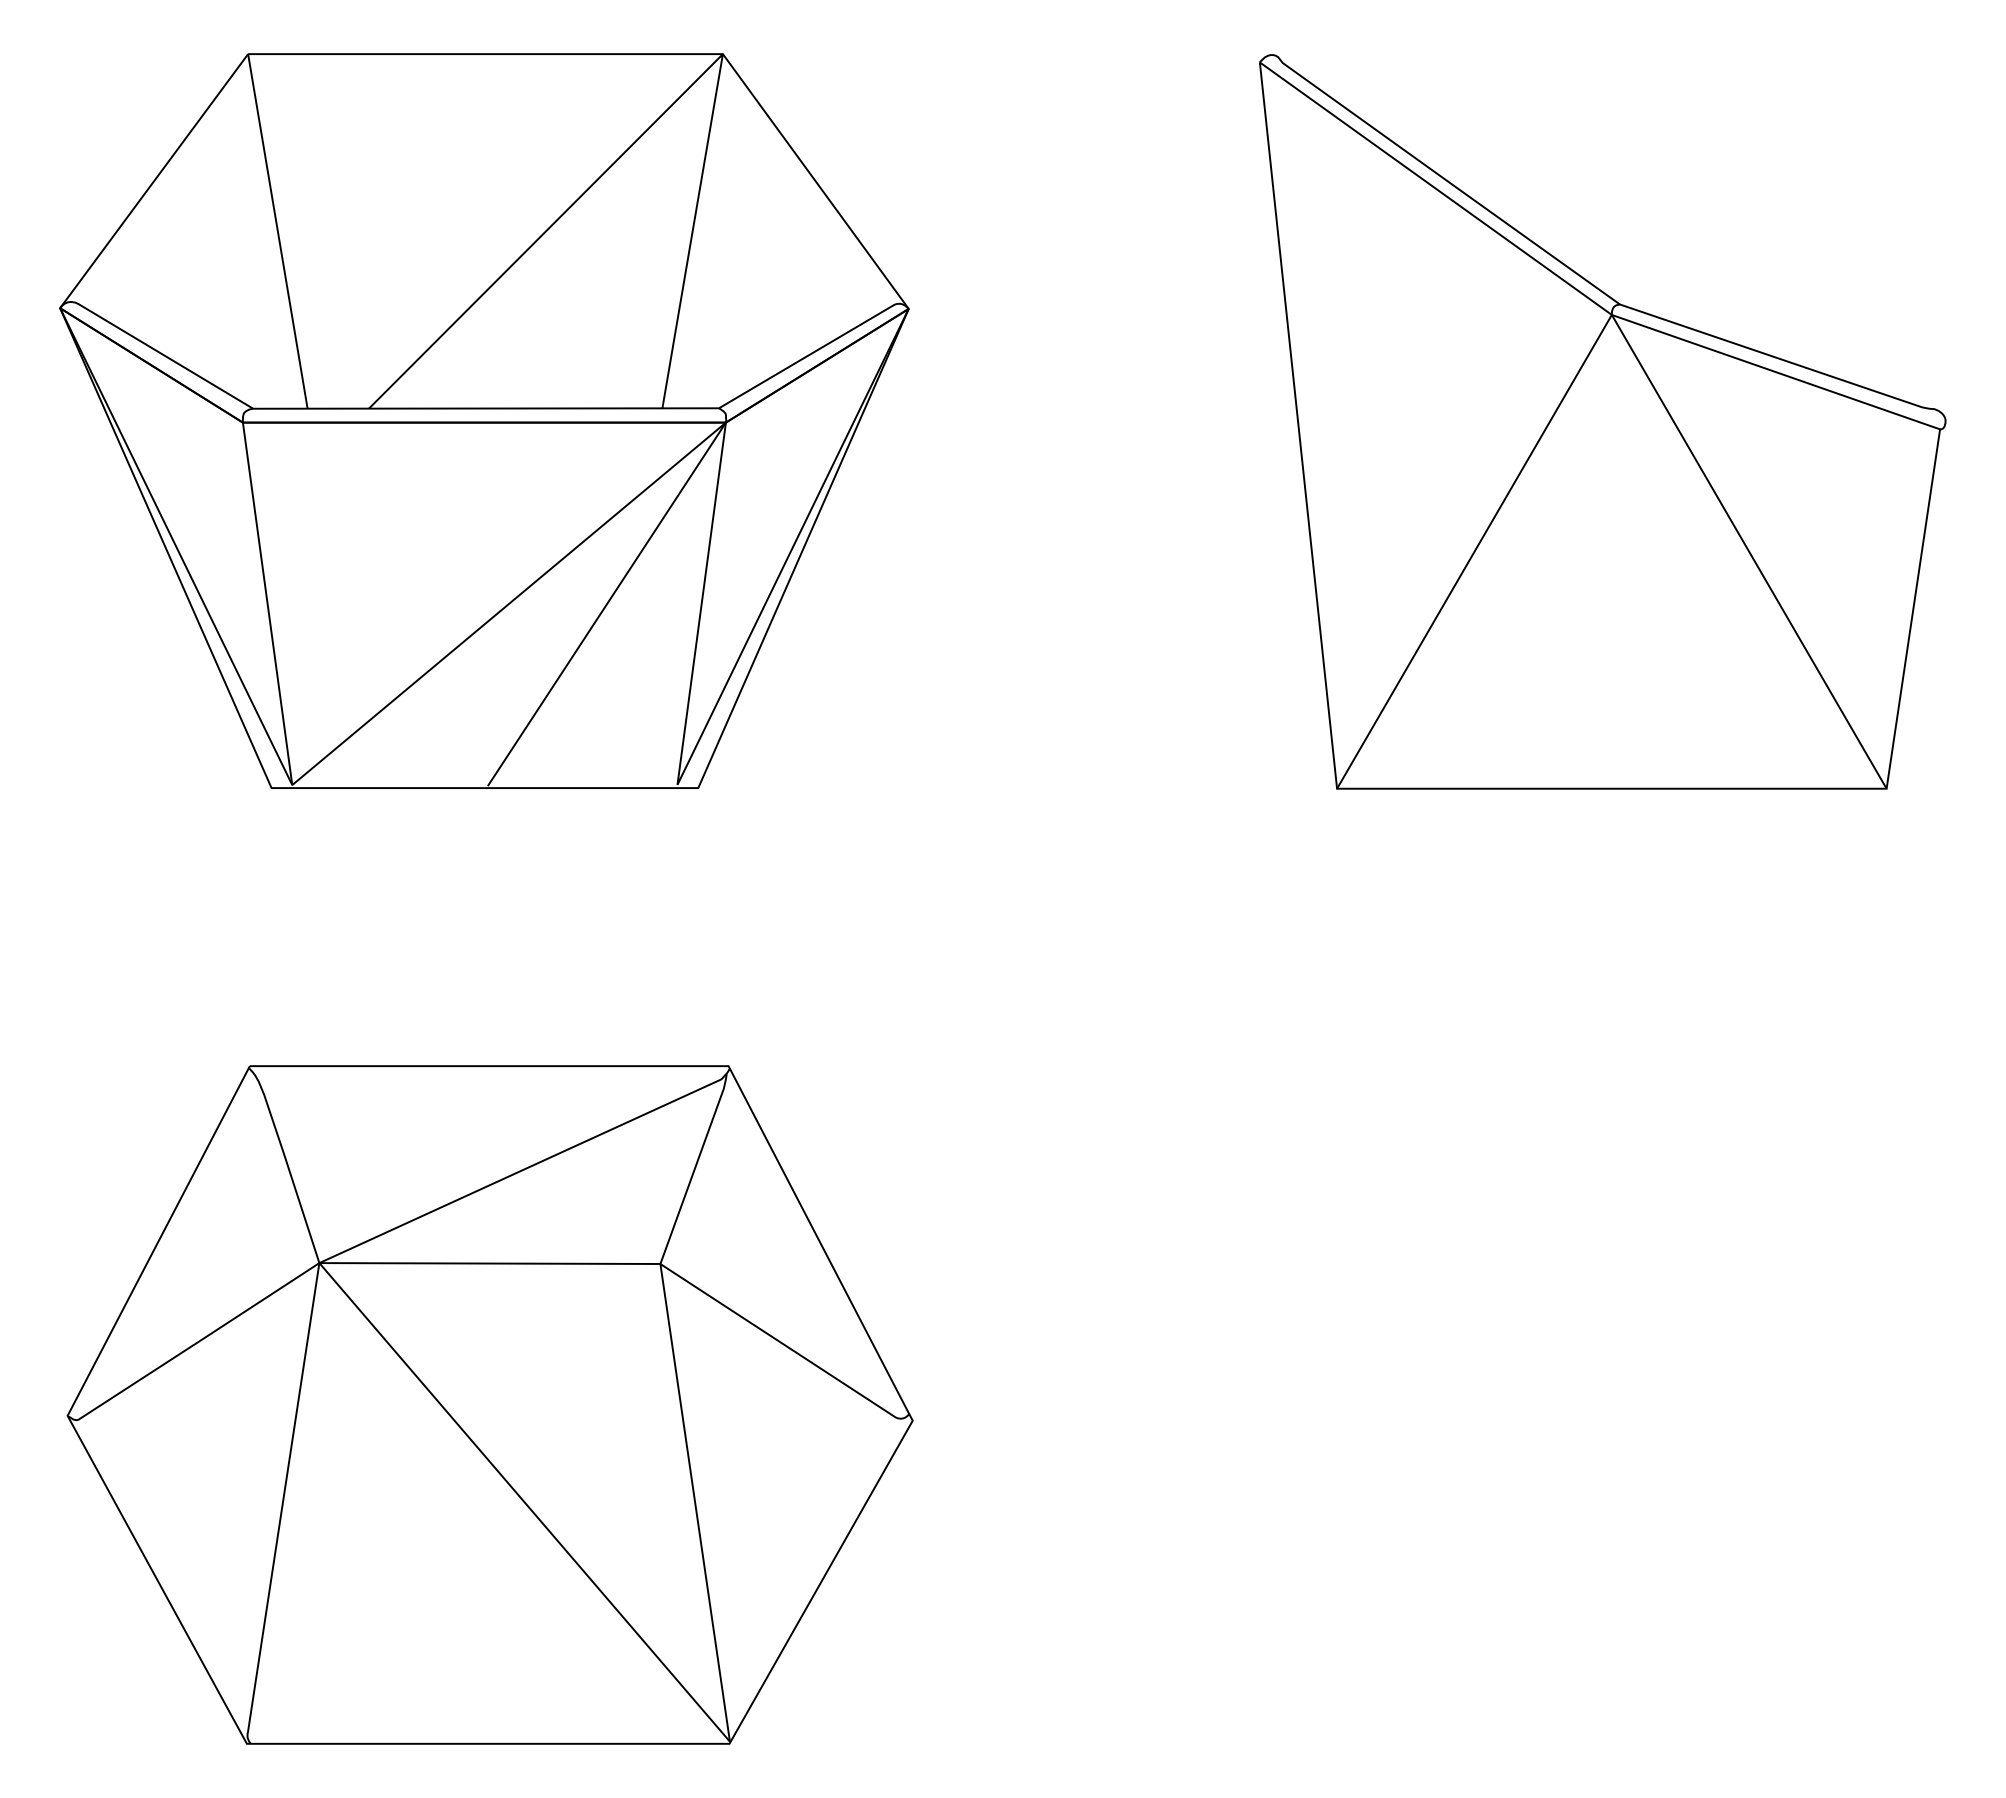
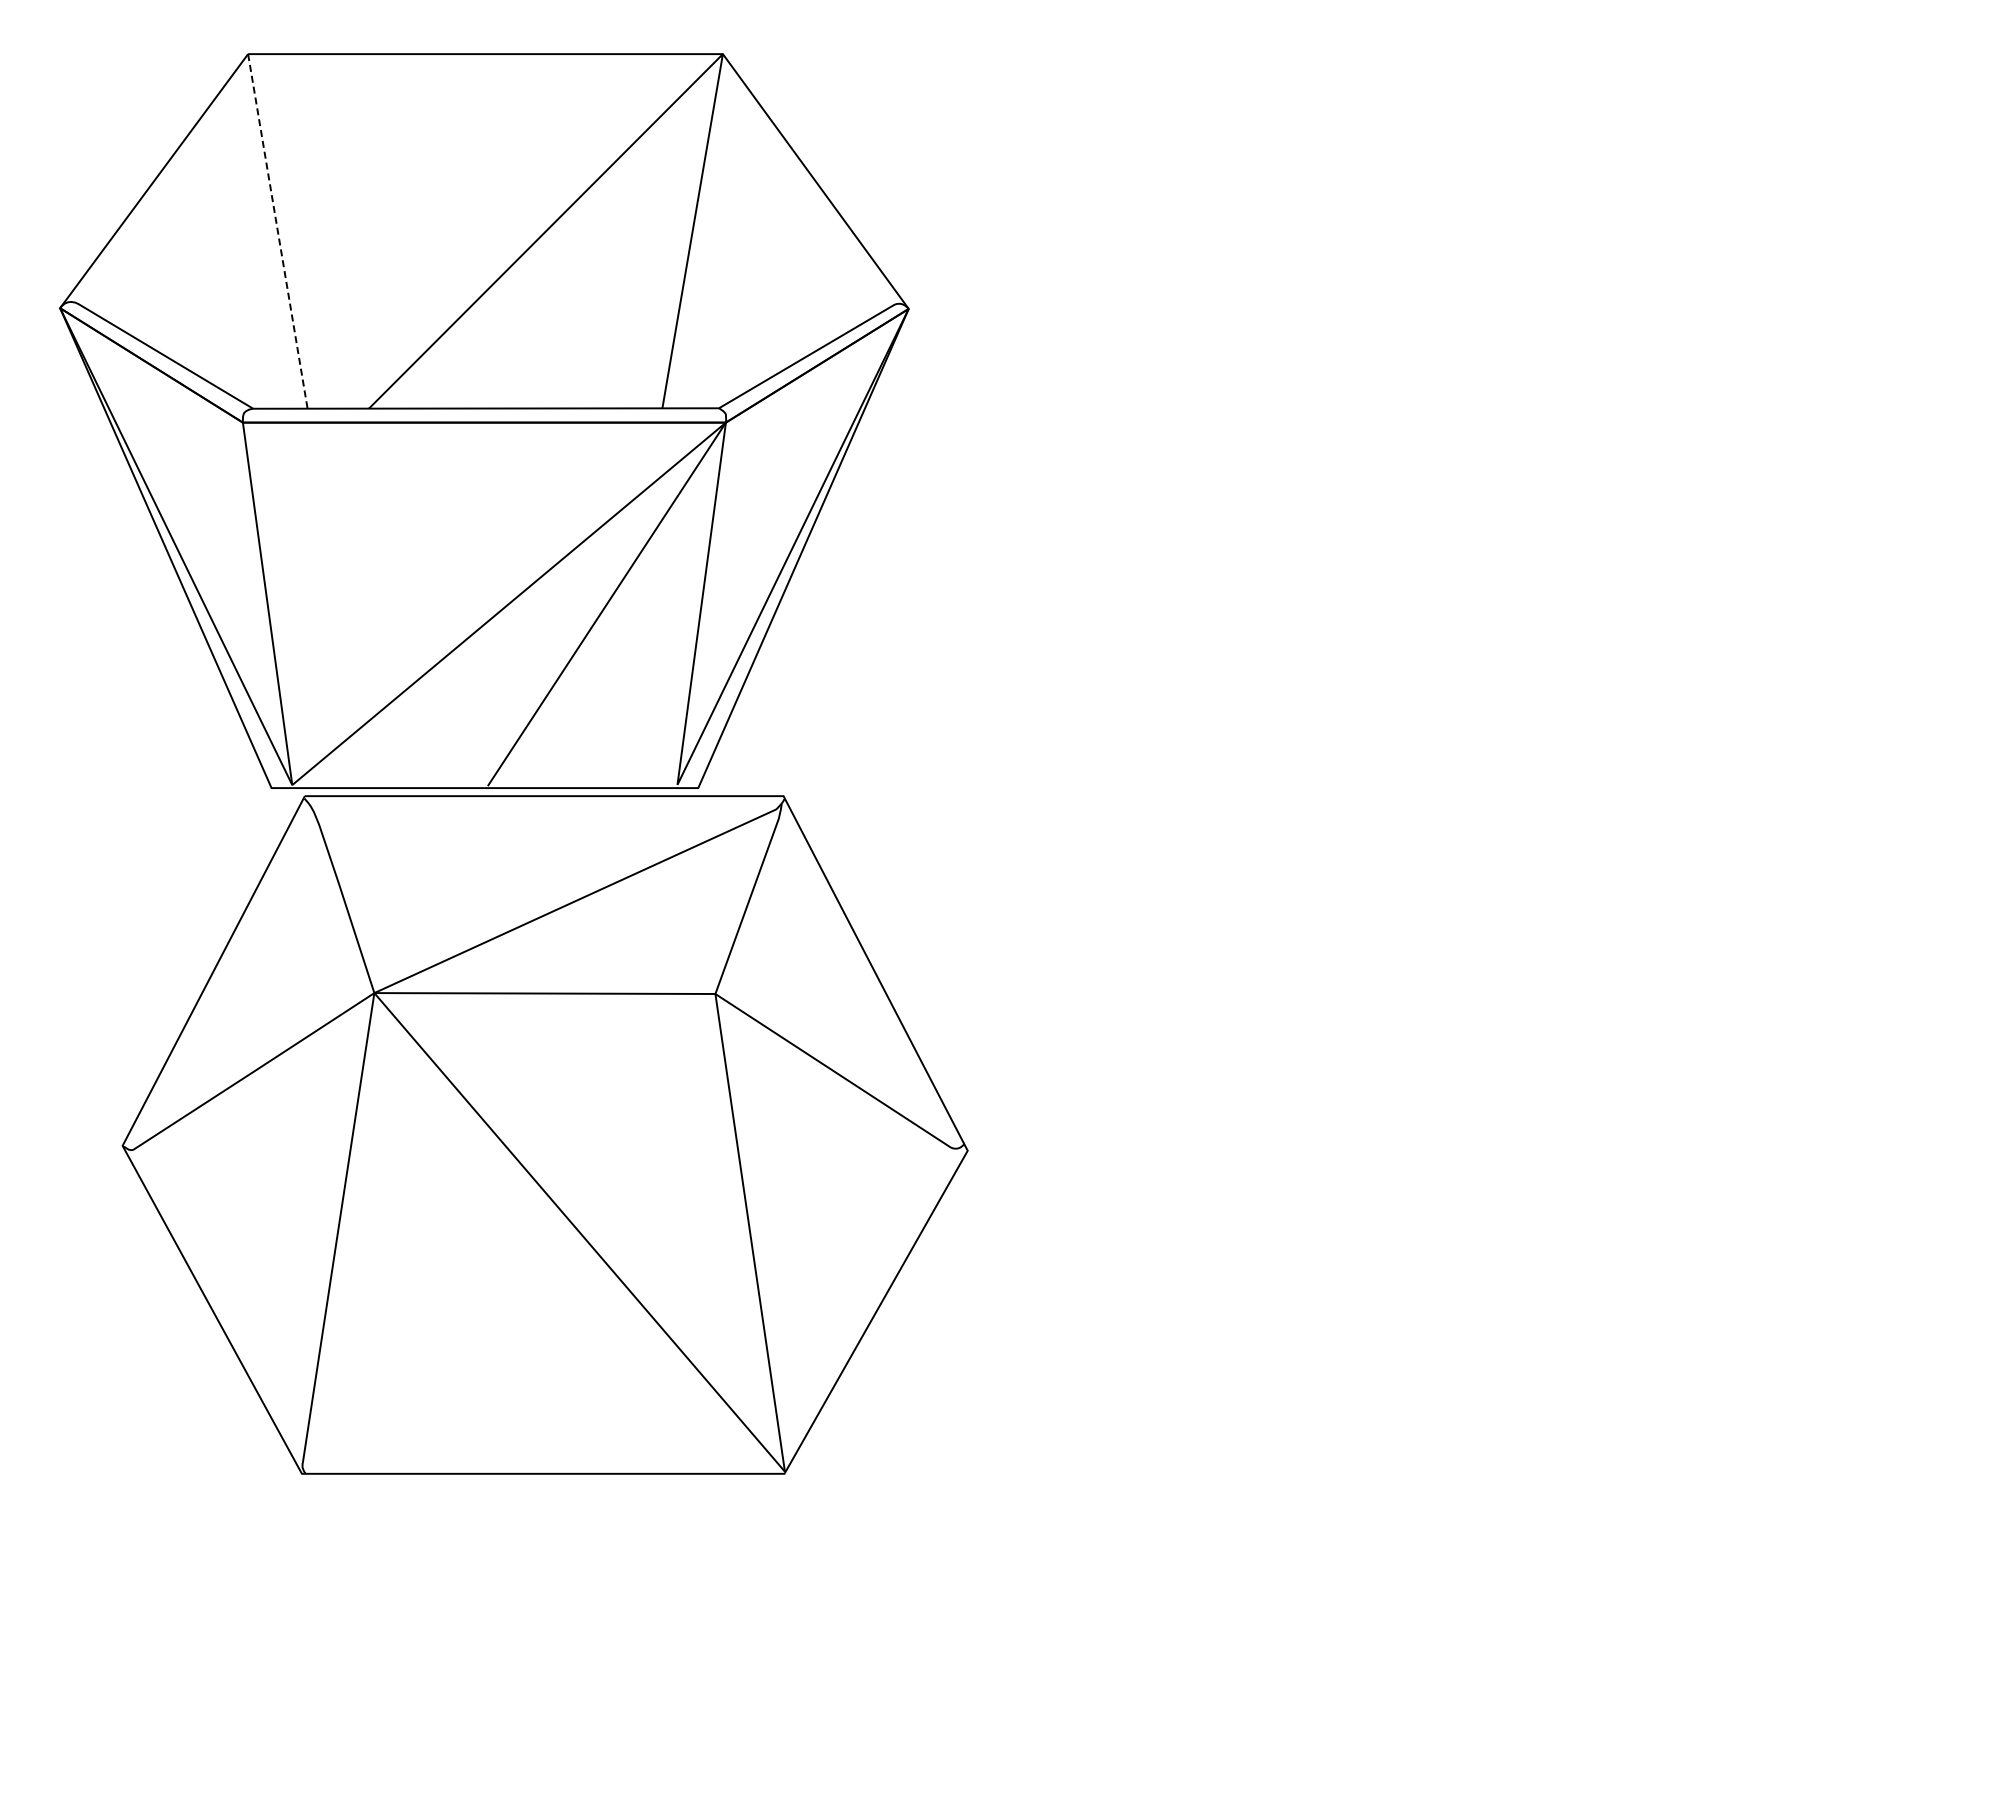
line at (277, 231): solid -> dashed
part at (1602, 421): present -> none
part at (489, 1404) position: (489, 1404) -> (544, 1134)
